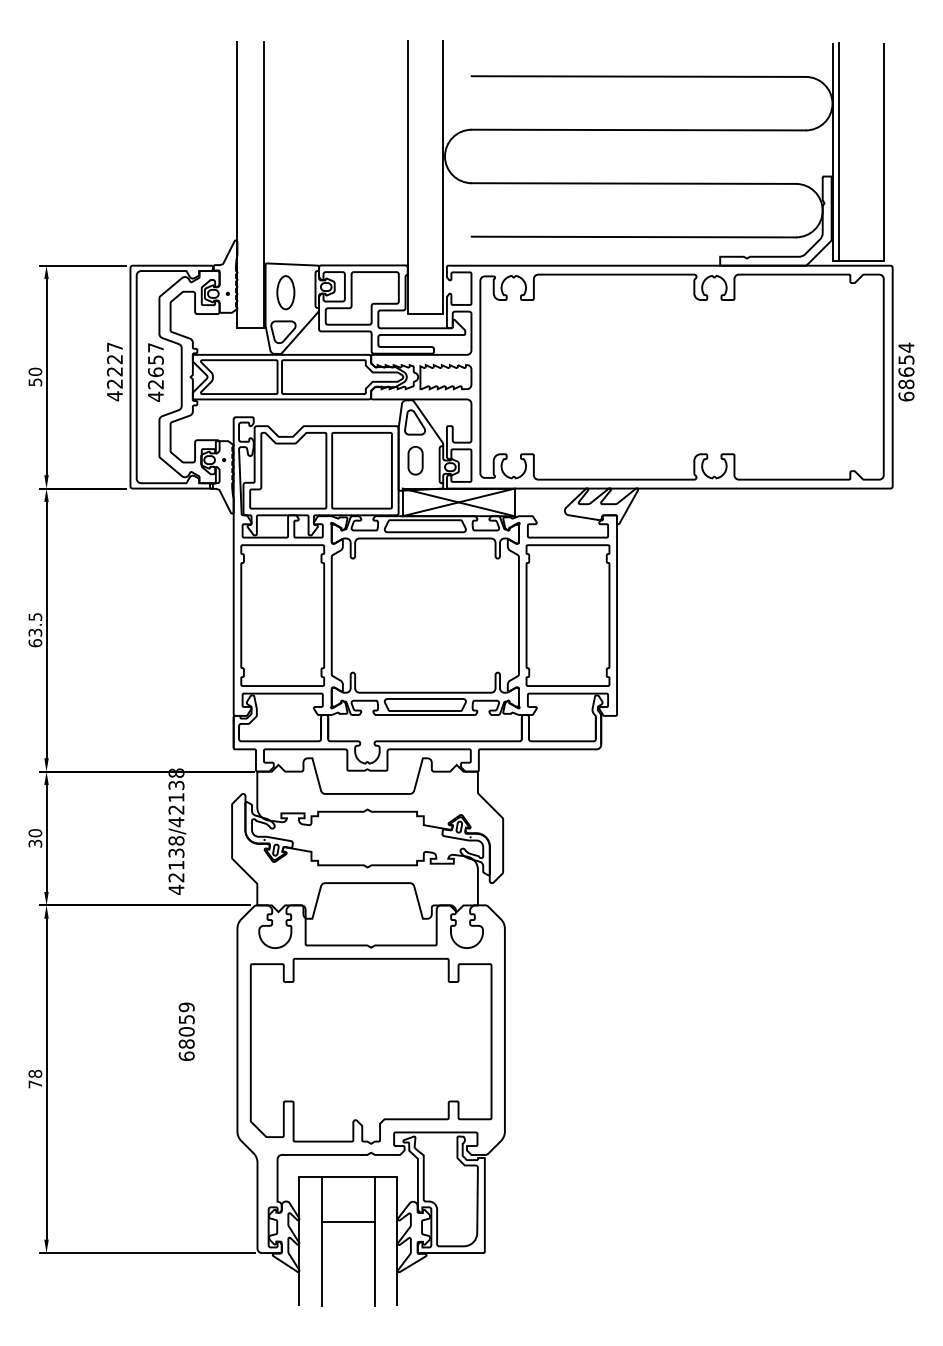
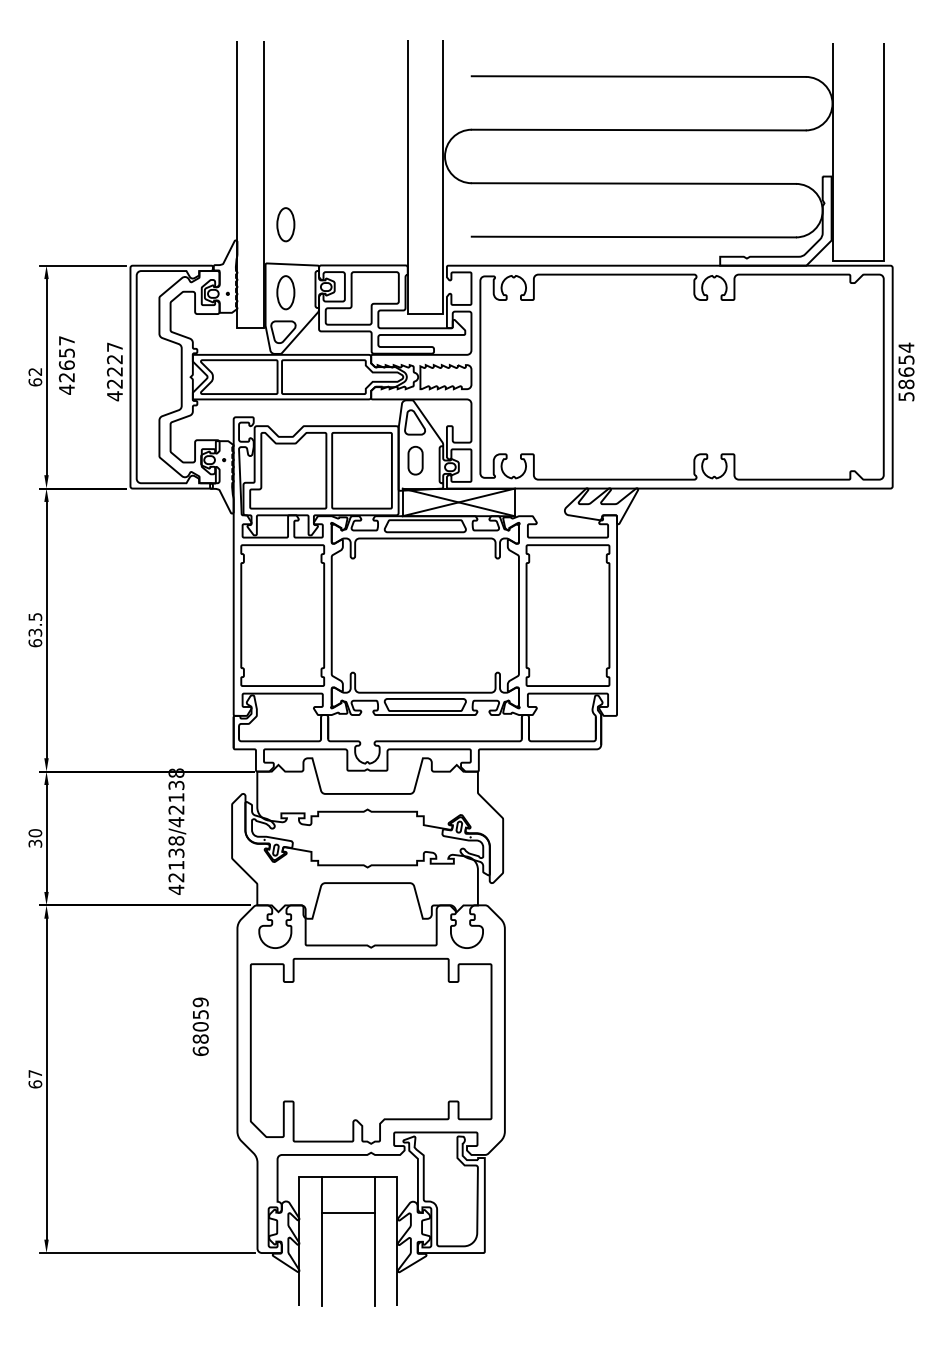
line at (839, 151): present -> none
part at (285, 224): none -> present
text at (155, 372) position: (155, 372) -> (66, 365)
text at (35, 376): 50 -> 62
text at (906, 396): 68654 -> 58654
text at (186, 1031) position: (186, 1031) -> (200, 1026)
text at (35, 1078): 78 -> 67
line at (348, 1221) position: (348, 1221) -> (348, 1212)
